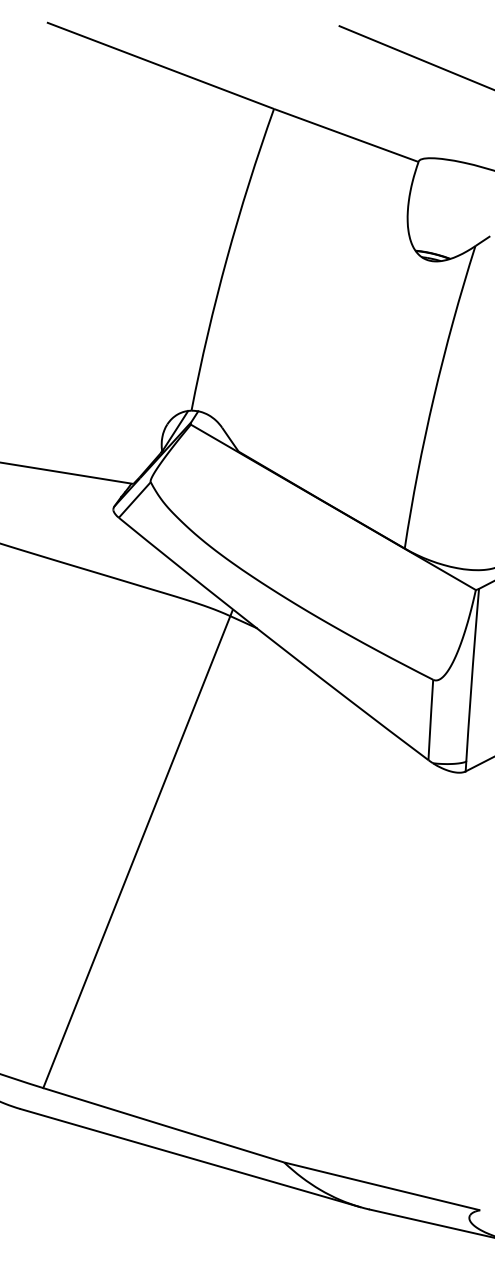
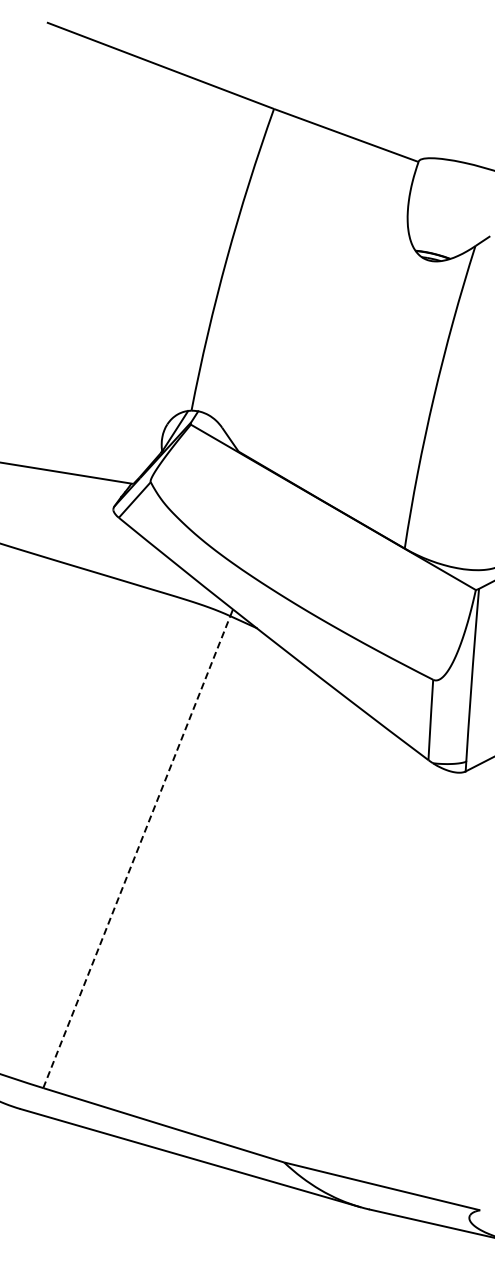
line at (415, 57): present -> none
line at (136, 852): solid -> dashed
